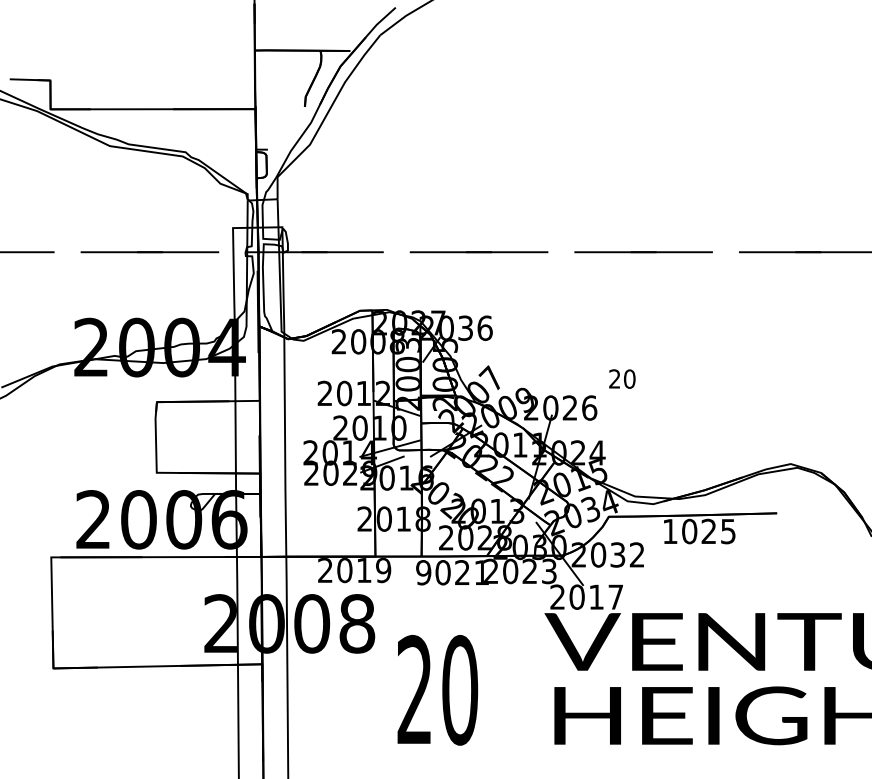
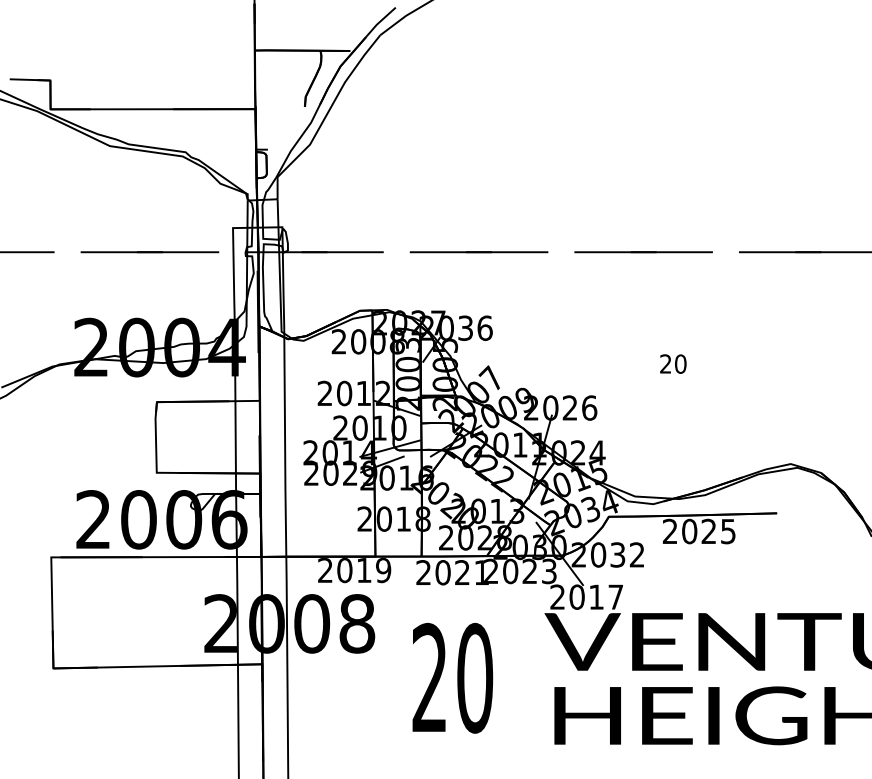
text at (622, 378) position: (622, 378) -> (673, 363)
text at (669, 530): 1025 -> 2025
text at (423, 572): 9021 -> 2021
text at (437, 689) position: (437, 689) -> (452, 677)
